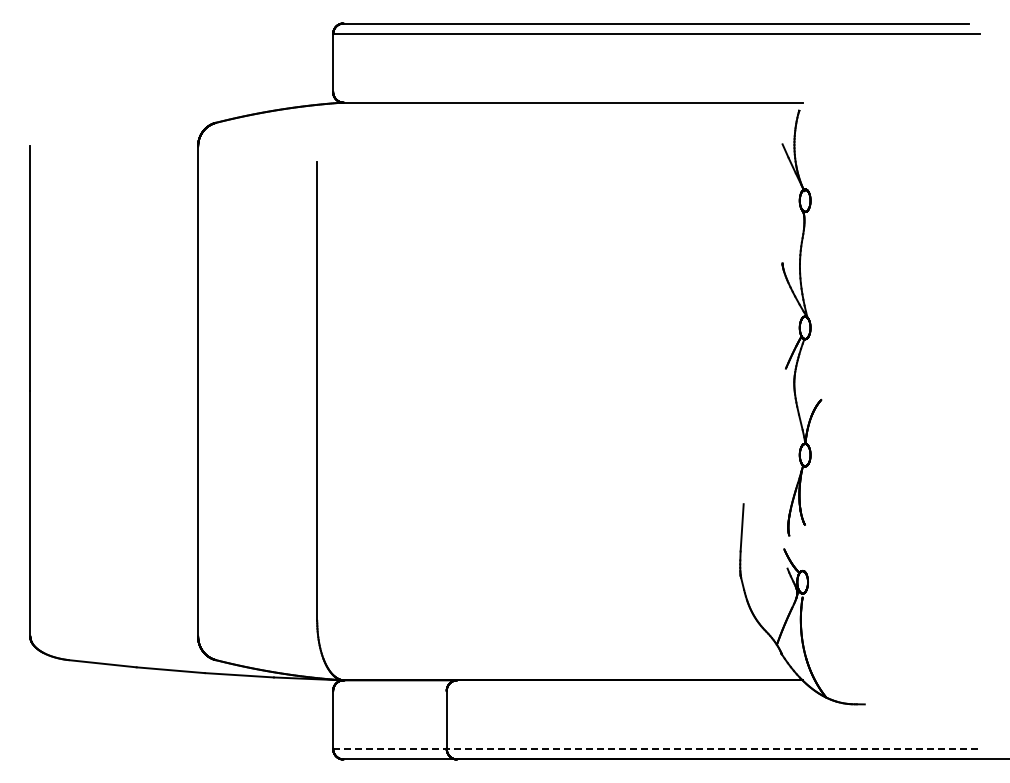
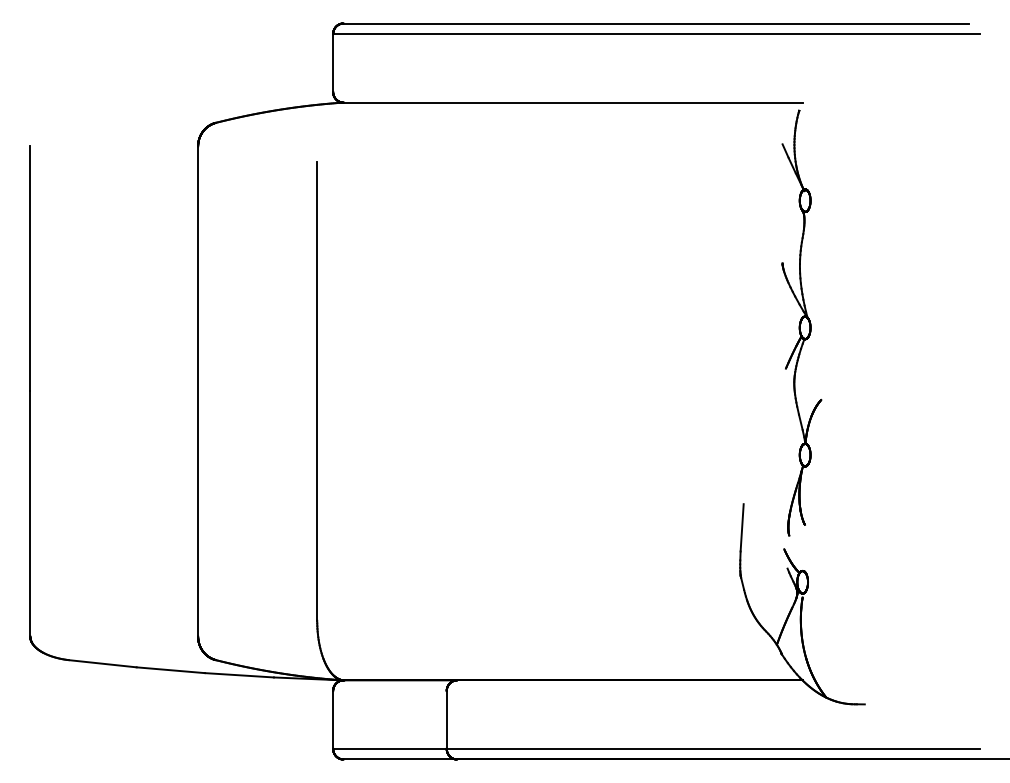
line at (656, 748): dashed -> solid
